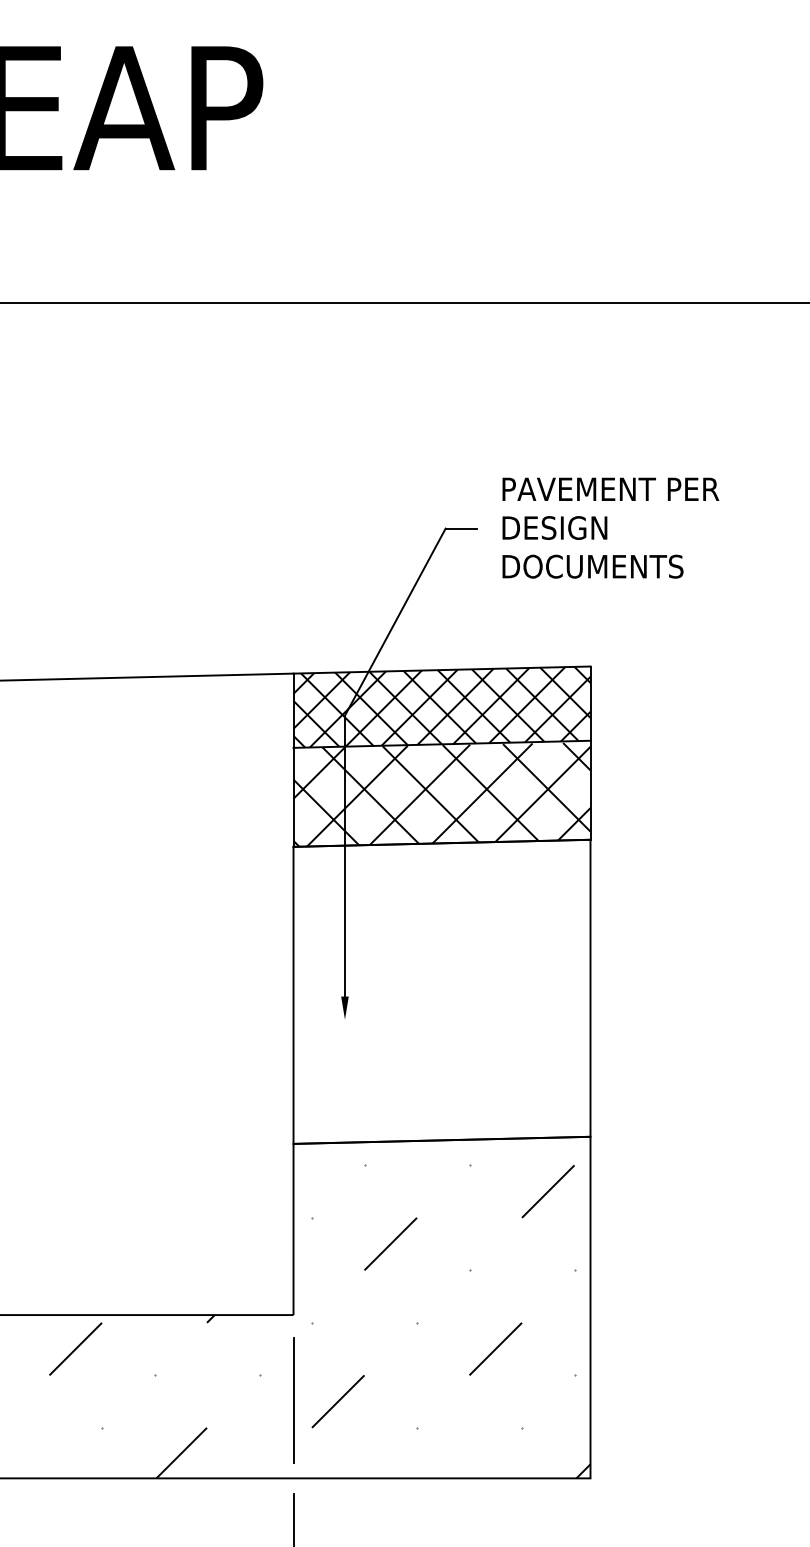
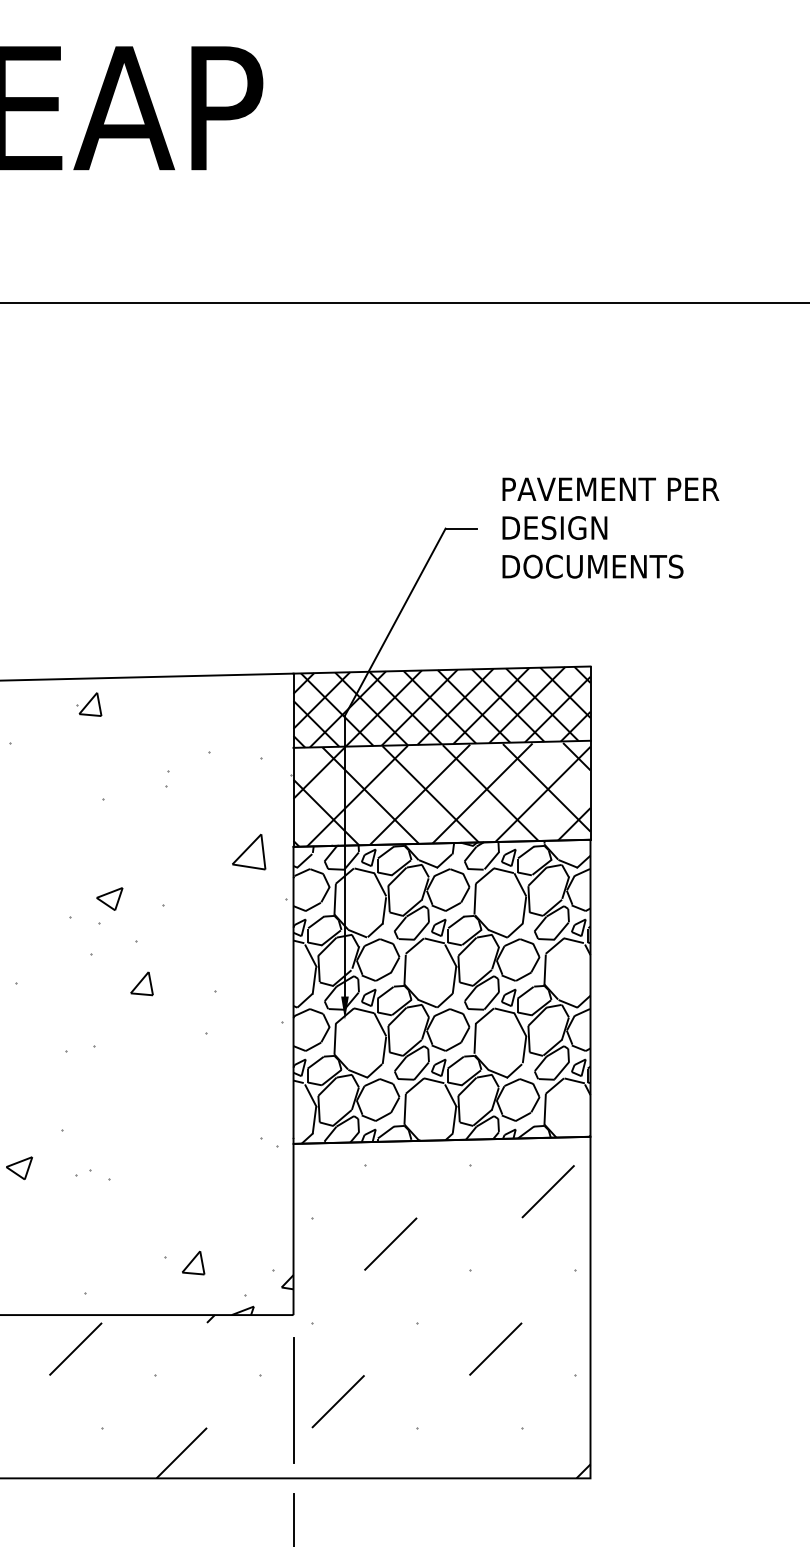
hatch at (441, 991): none -> present
hatch at (149, 1003): none -> present
